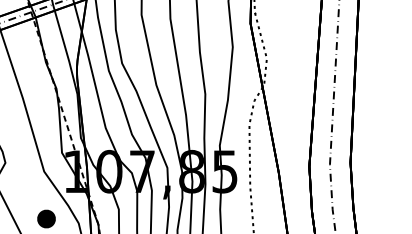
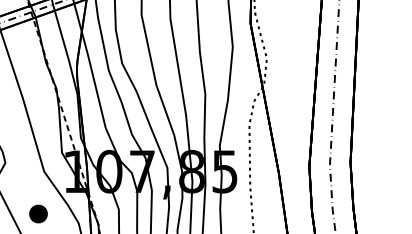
part at (46, 218) position: (46, 218) -> (38, 213)
